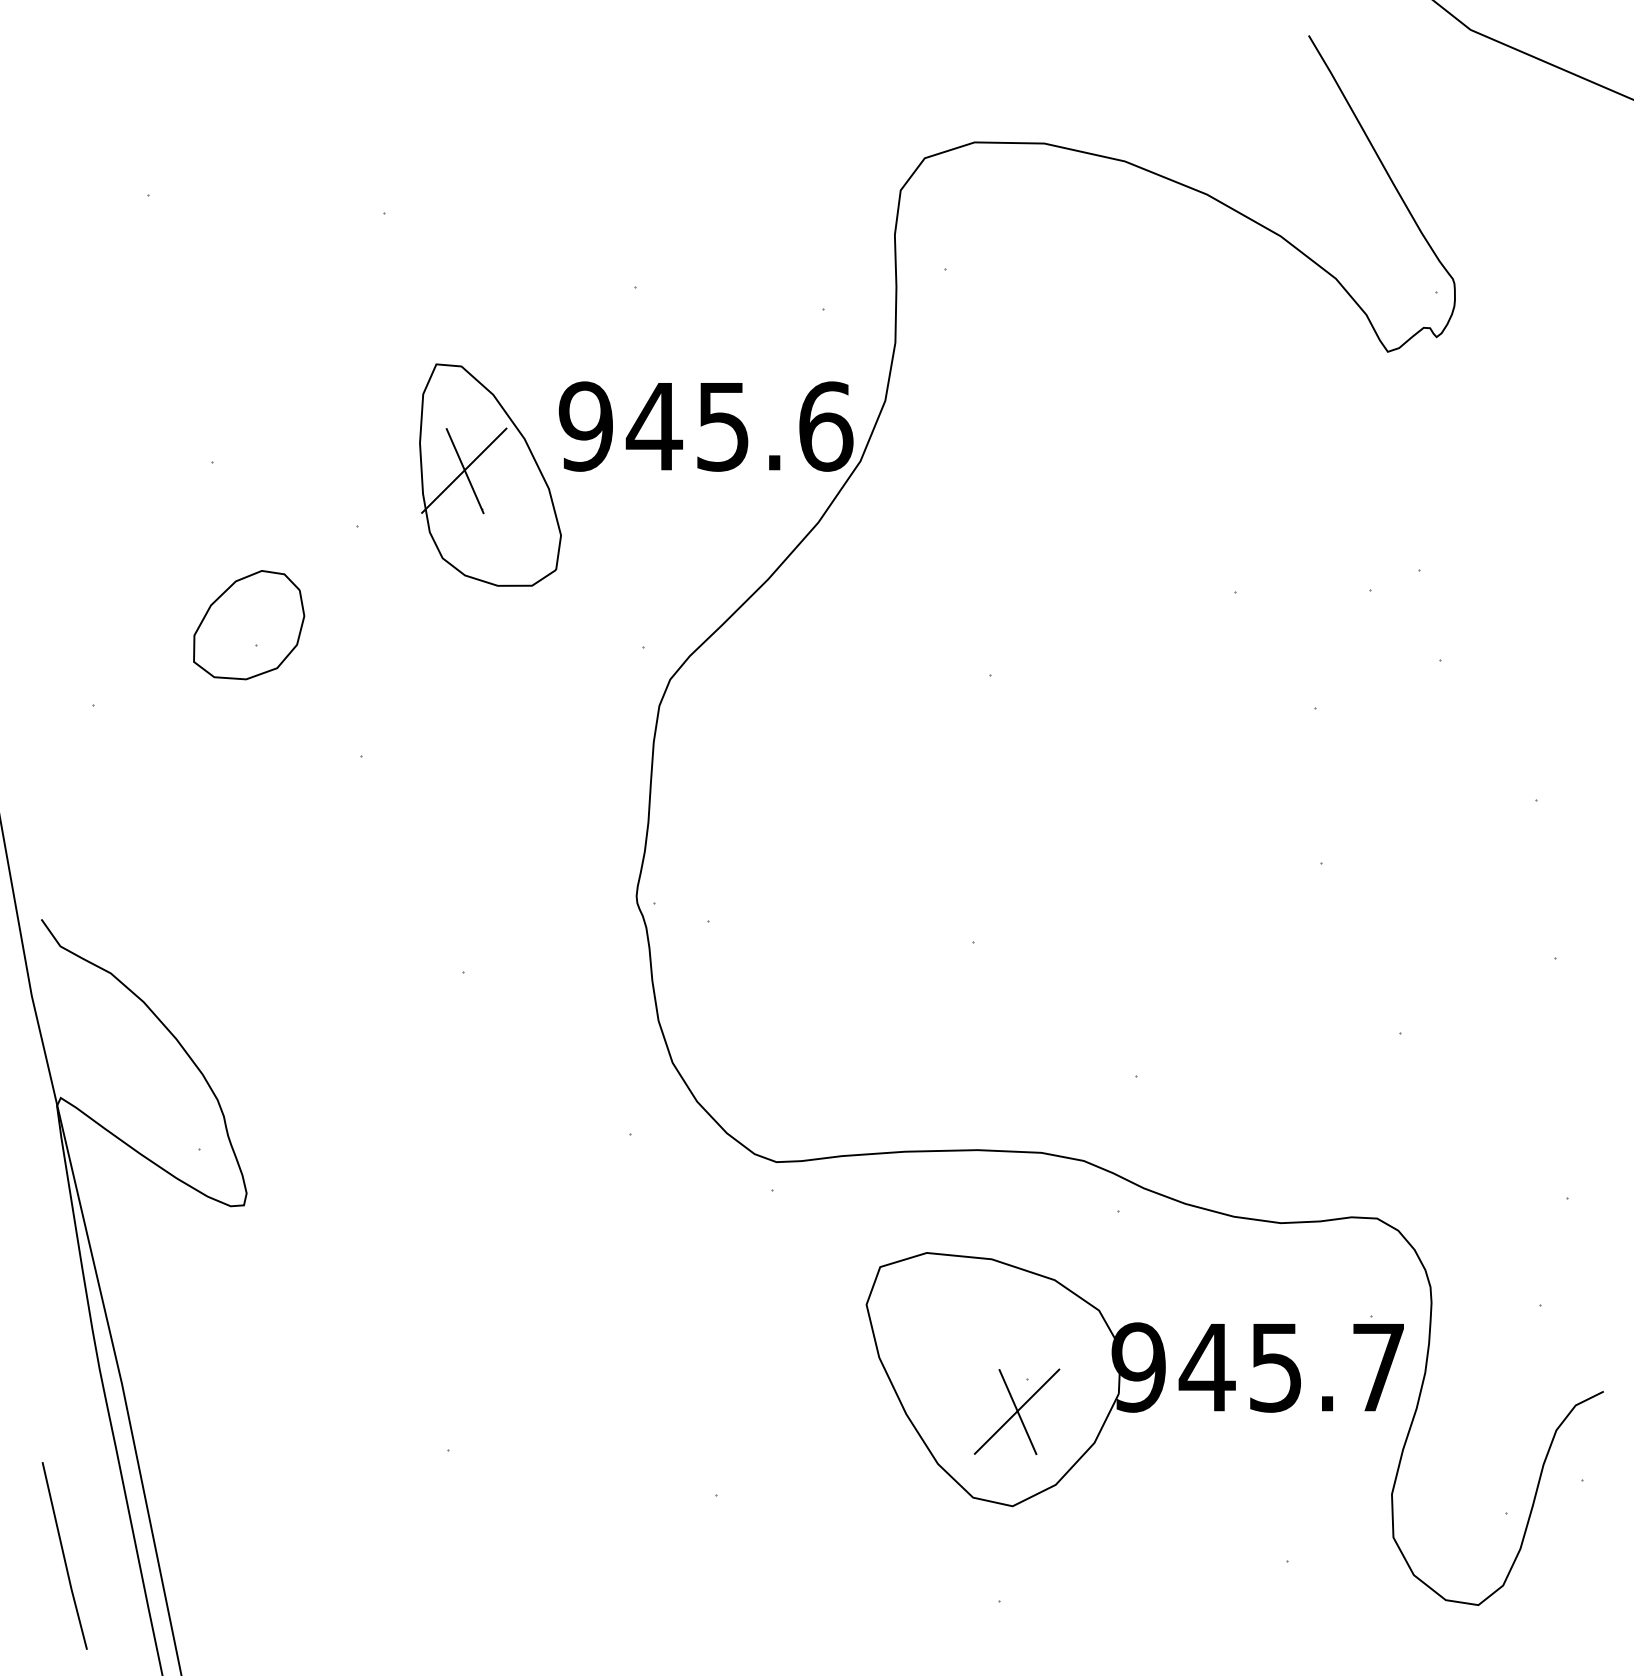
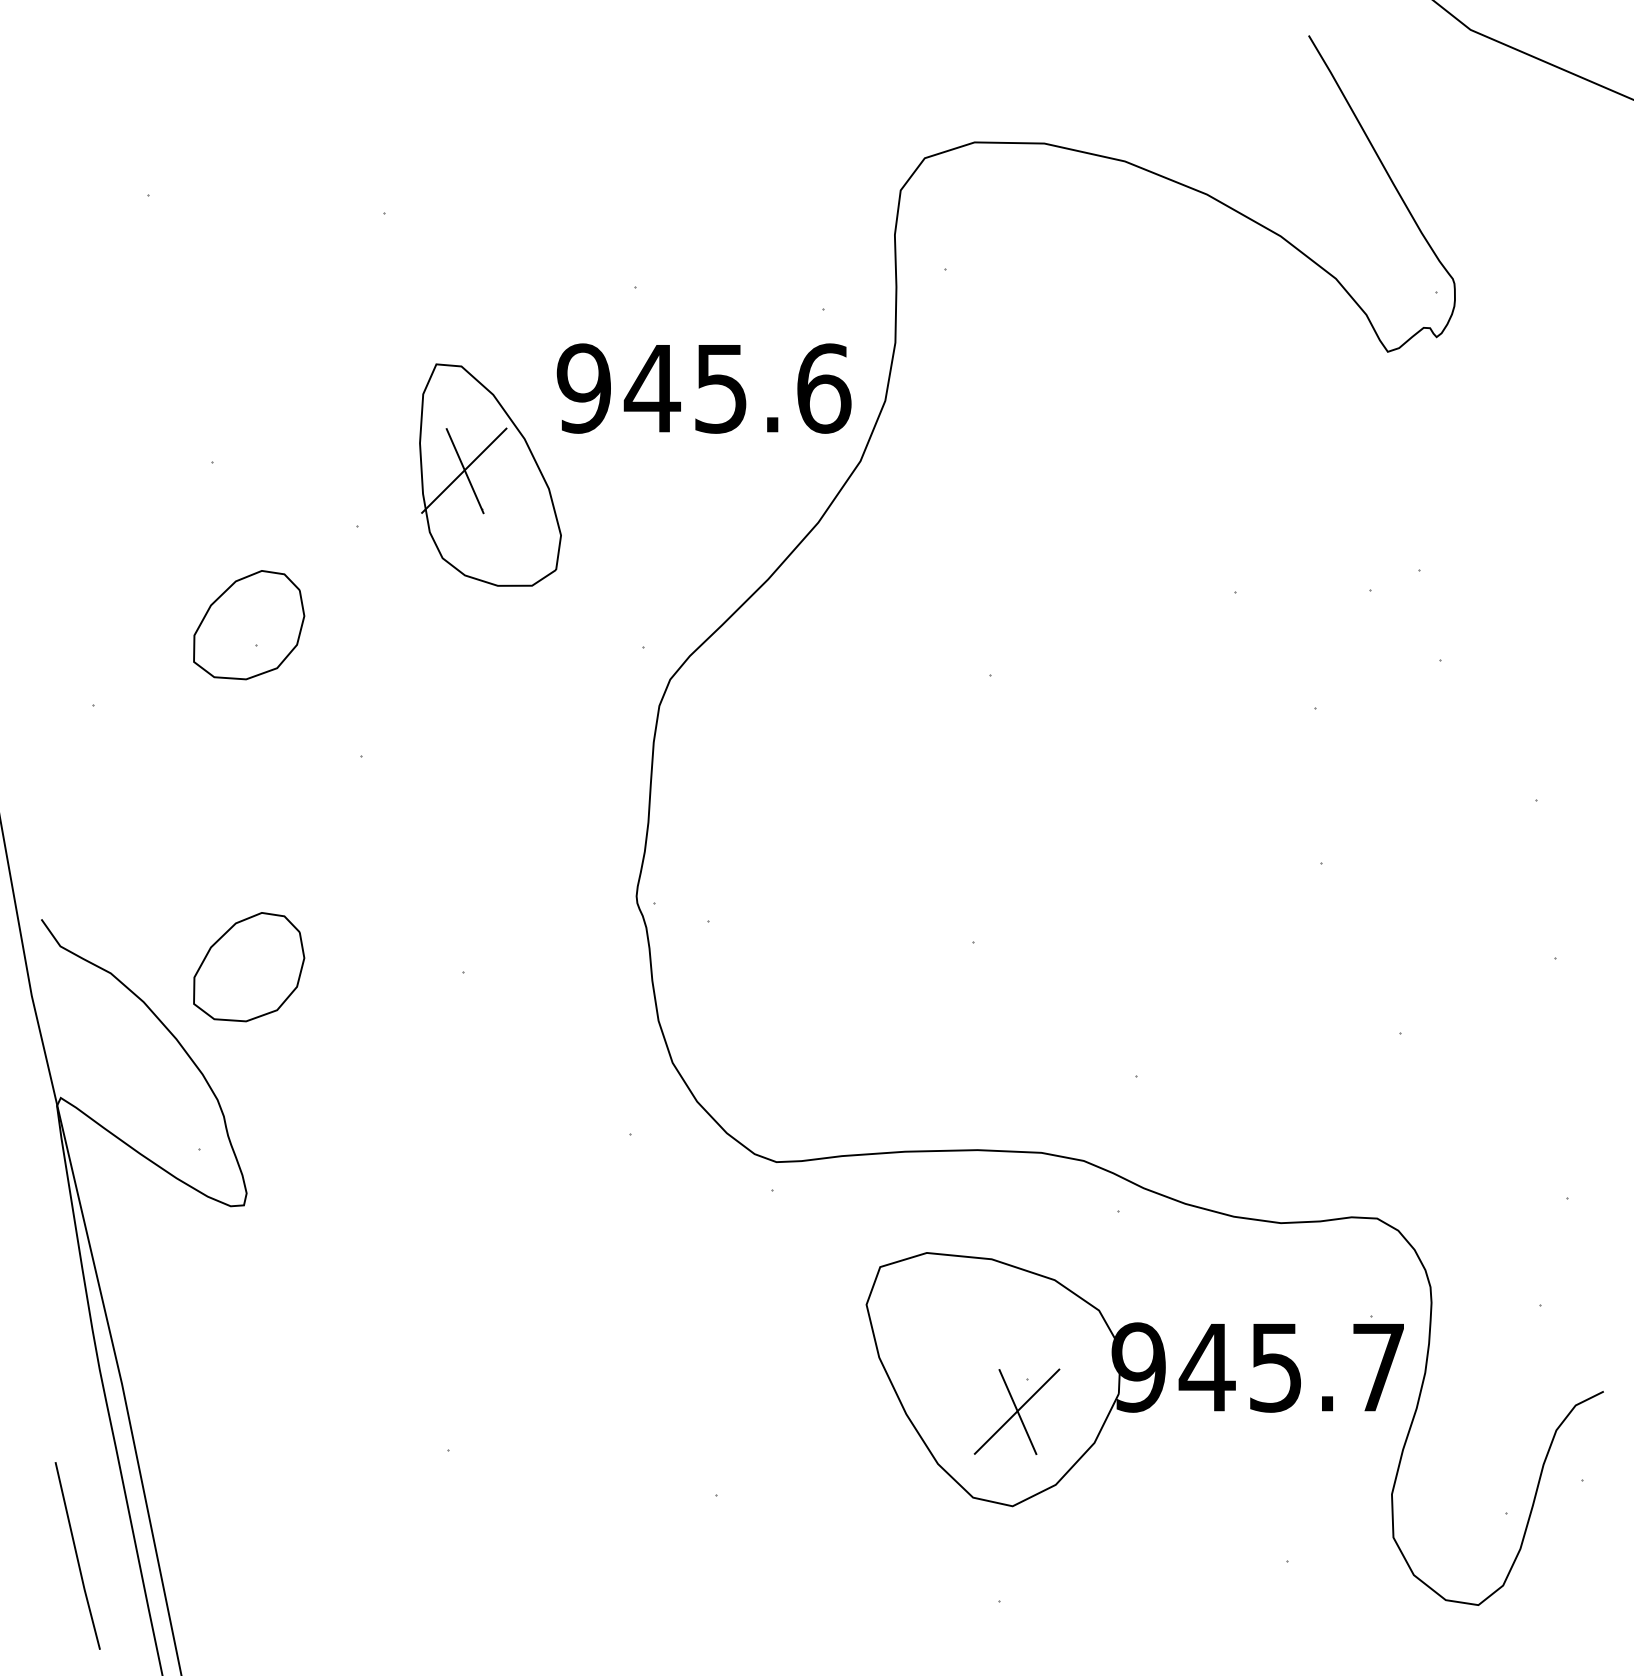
text at (705, 426) position: (705, 426) -> (703, 388)
part at (249, 967): none -> present
line at (64, 1555) position: (64, 1555) -> (77, 1555)
